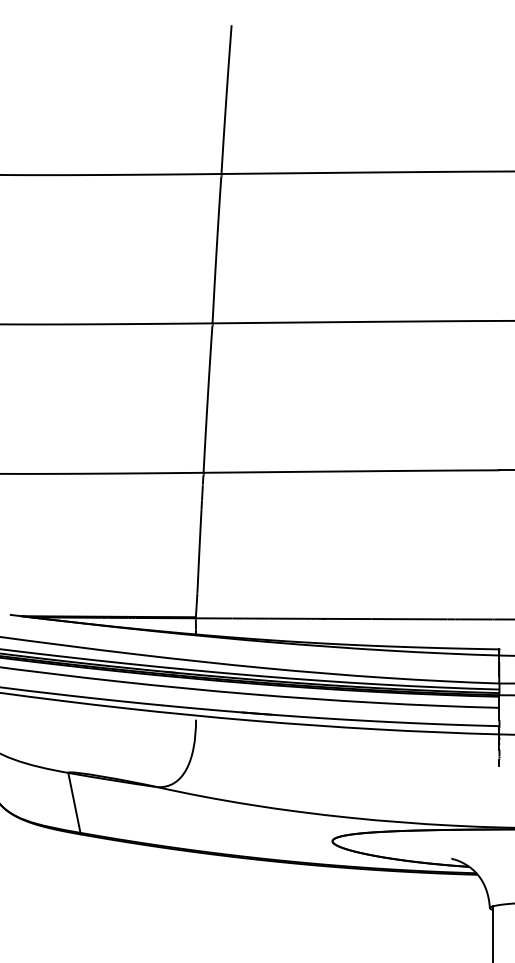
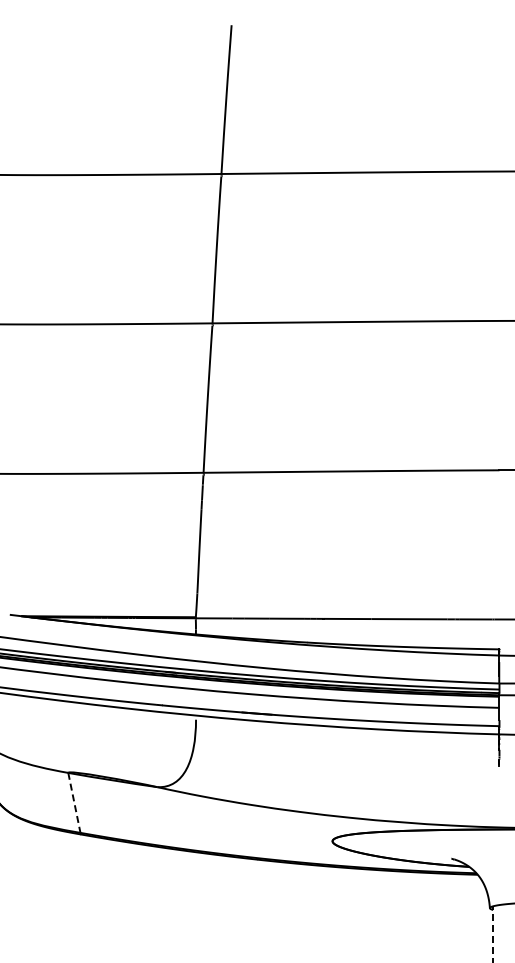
line at (74, 802): solid -> dashed
line at (493, 934): solid -> dashed
